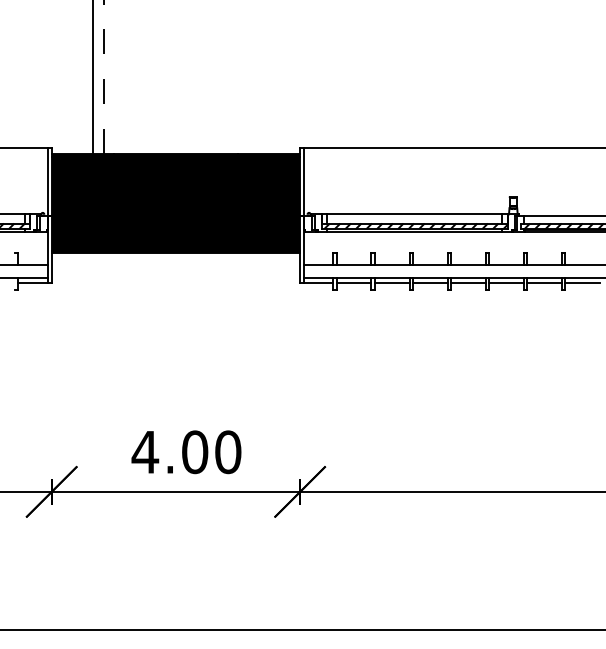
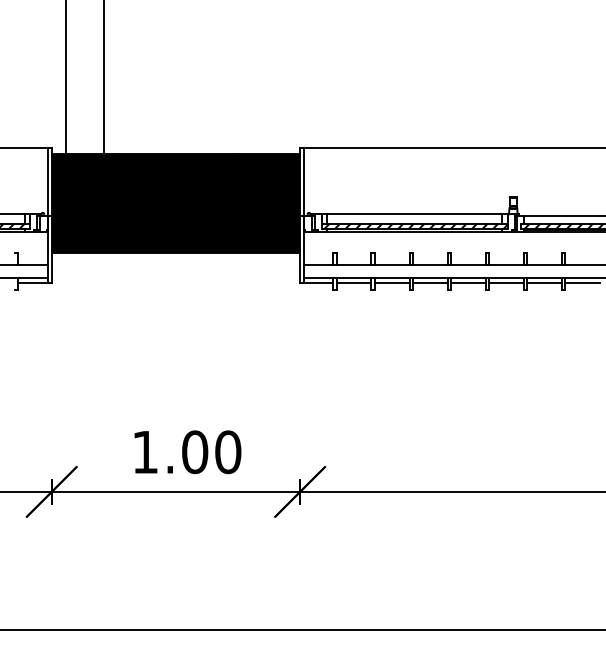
line at (103, 76): dashed -> solid
line at (93, 77) position: (93, 77) -> (66, 77)
text at (145, 452): 4.00 -> 1.00
